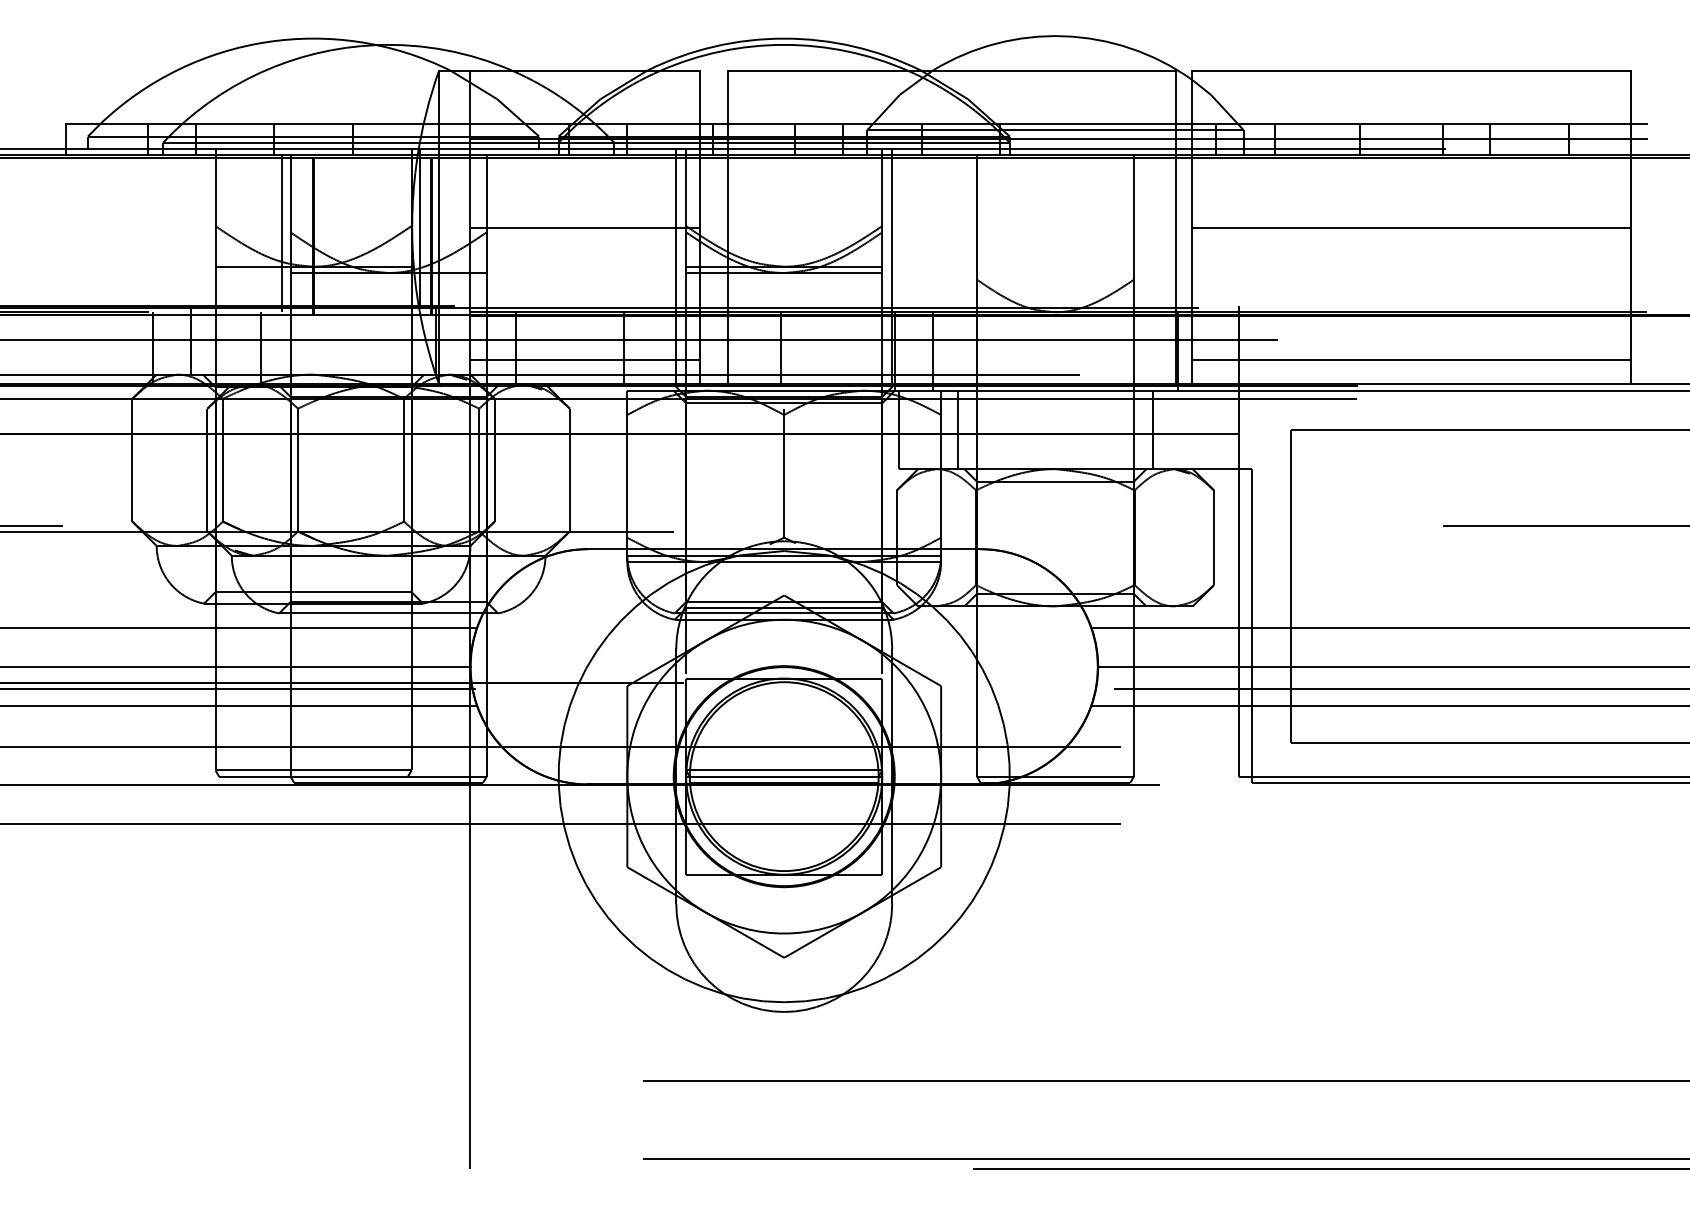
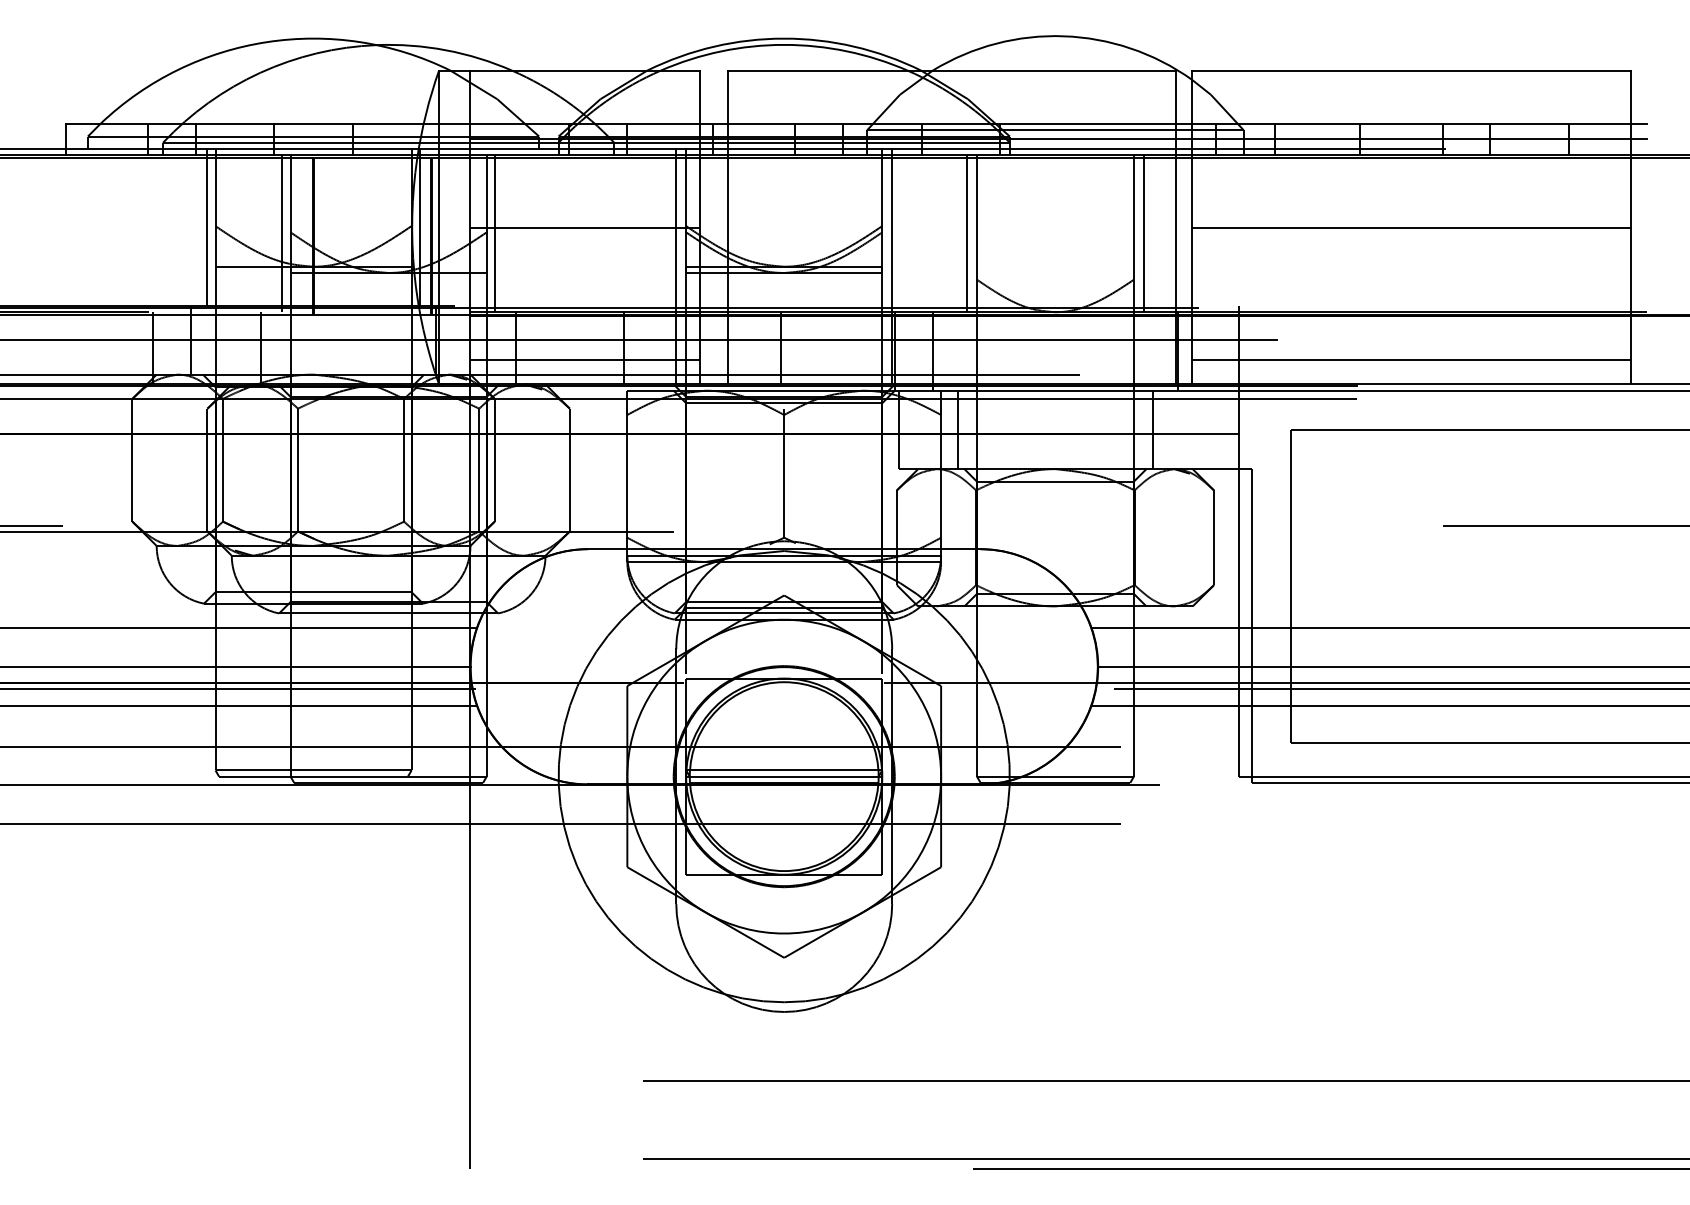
line at (206, 227): none -> present
line at (495, 233): none -> present
line at (967, 233): none -> present
line at (1143, 233): none -> present
line at (1285, 682): none -> present
